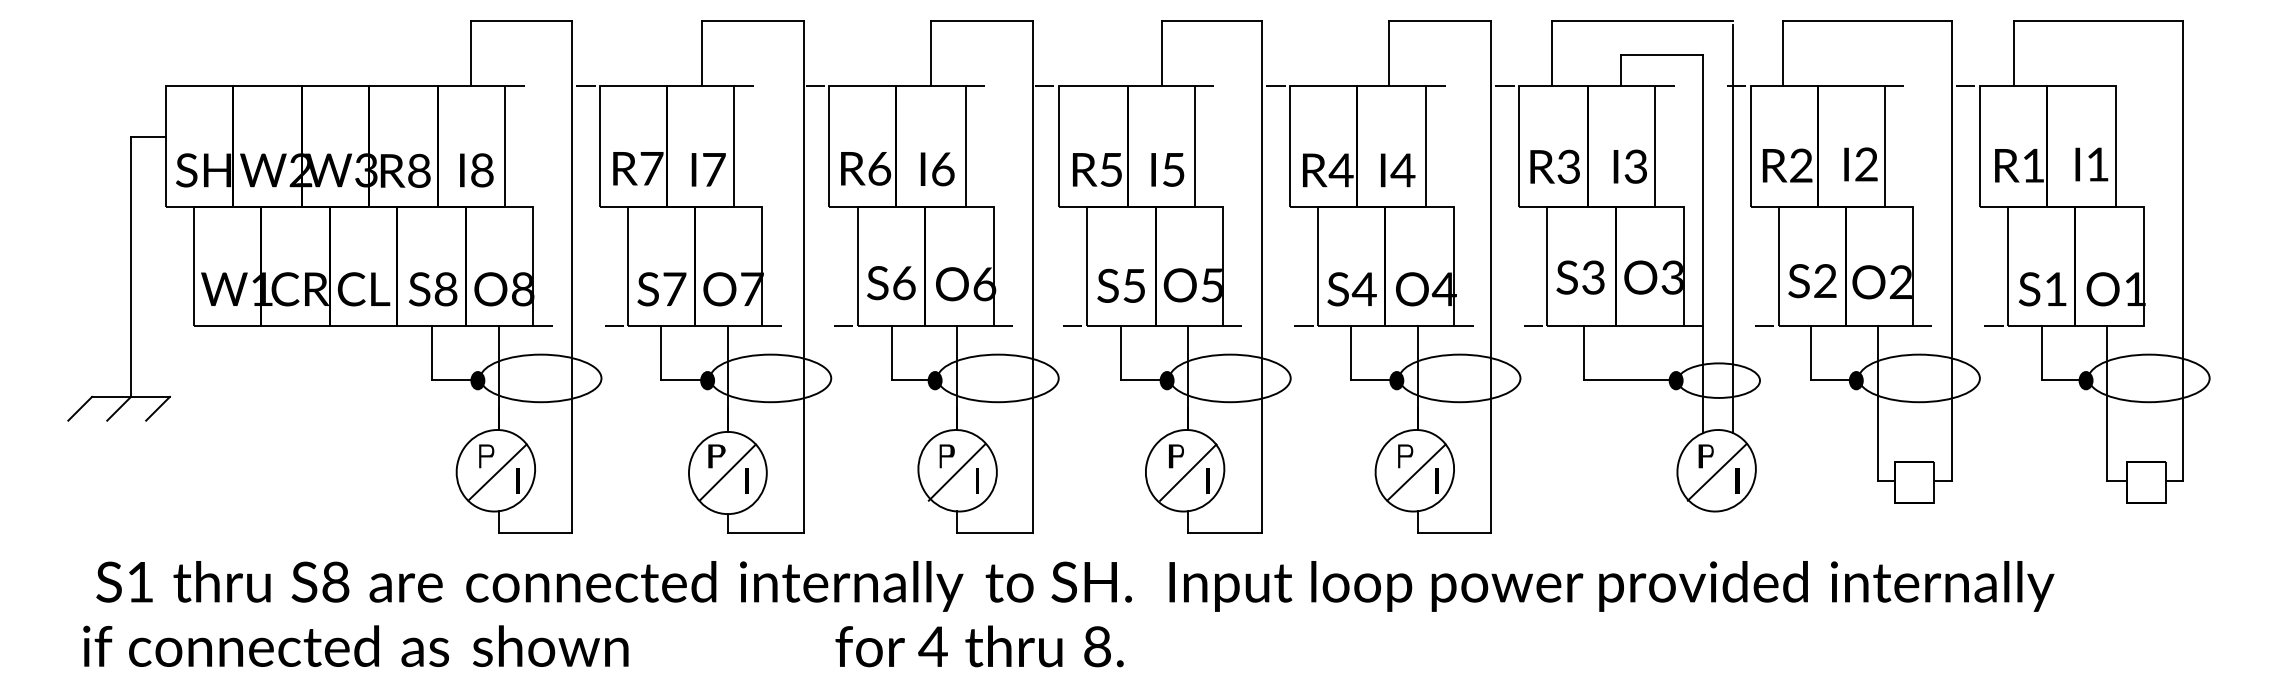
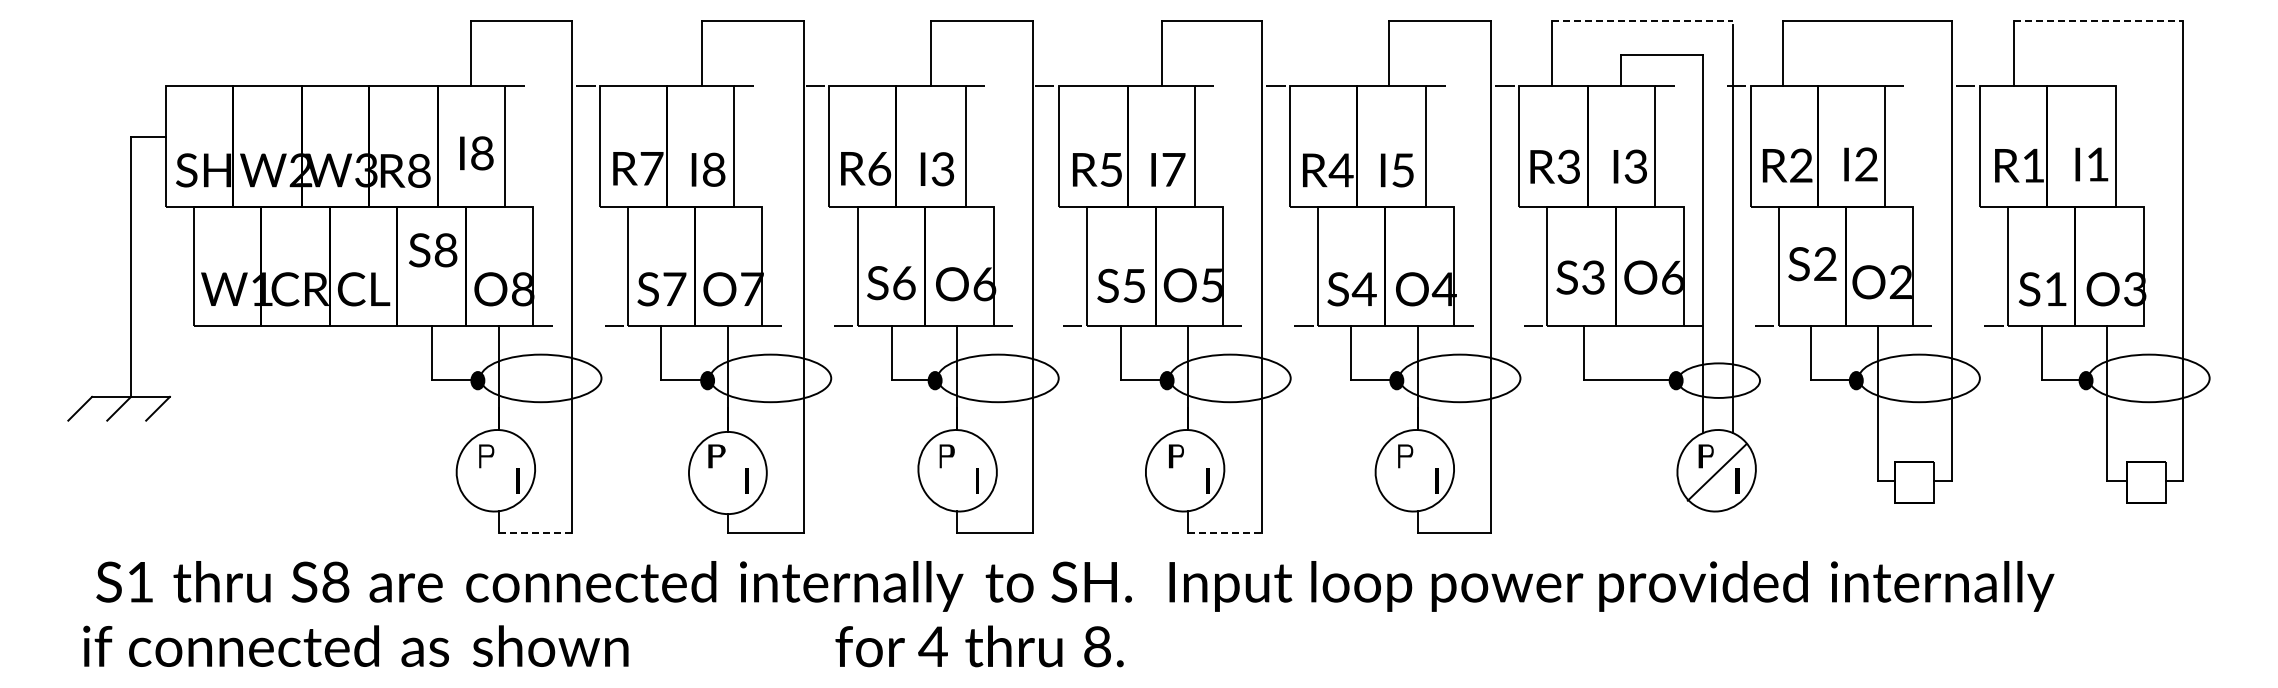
line at (1642, 20): solid -> dashed
line at (2099, 20): solid -> dashed
text at (714, 169): I7 -> I8
text at (942, 169): I6 -> I3
text at (1173, 169): I5 -> I7
text at (476, 170) position: (476, 170) -> (476, 153)
text at (1402, 170): I4 -> I5
text at (1671, 277): O3 -> O6
text at (1812, 281) position: (1812, 281) -> (1812, 264)
text at (433, 289) position: (433, 289) -> (433, 250)
text at (2135, 289): O1 -> O3
line at (497, 472): present -> none
line at (727, 472): present -> none
line at (956, 472): present -> none
line at (1188, 472): present -> none
line at (1416, 472): present -> none
line at (535, 533): solid -> dashed
line at (1225, 533): solid -> dashed
